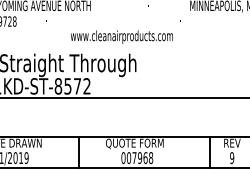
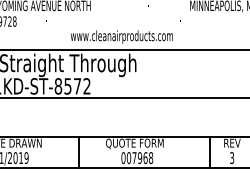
line at (124, 49): none -> present
text at (232, 157): 9 -> 3
